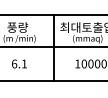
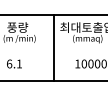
line at (53, 47): present -> none
text at (19, 63) position: (19, 63) -> (14, 63)
